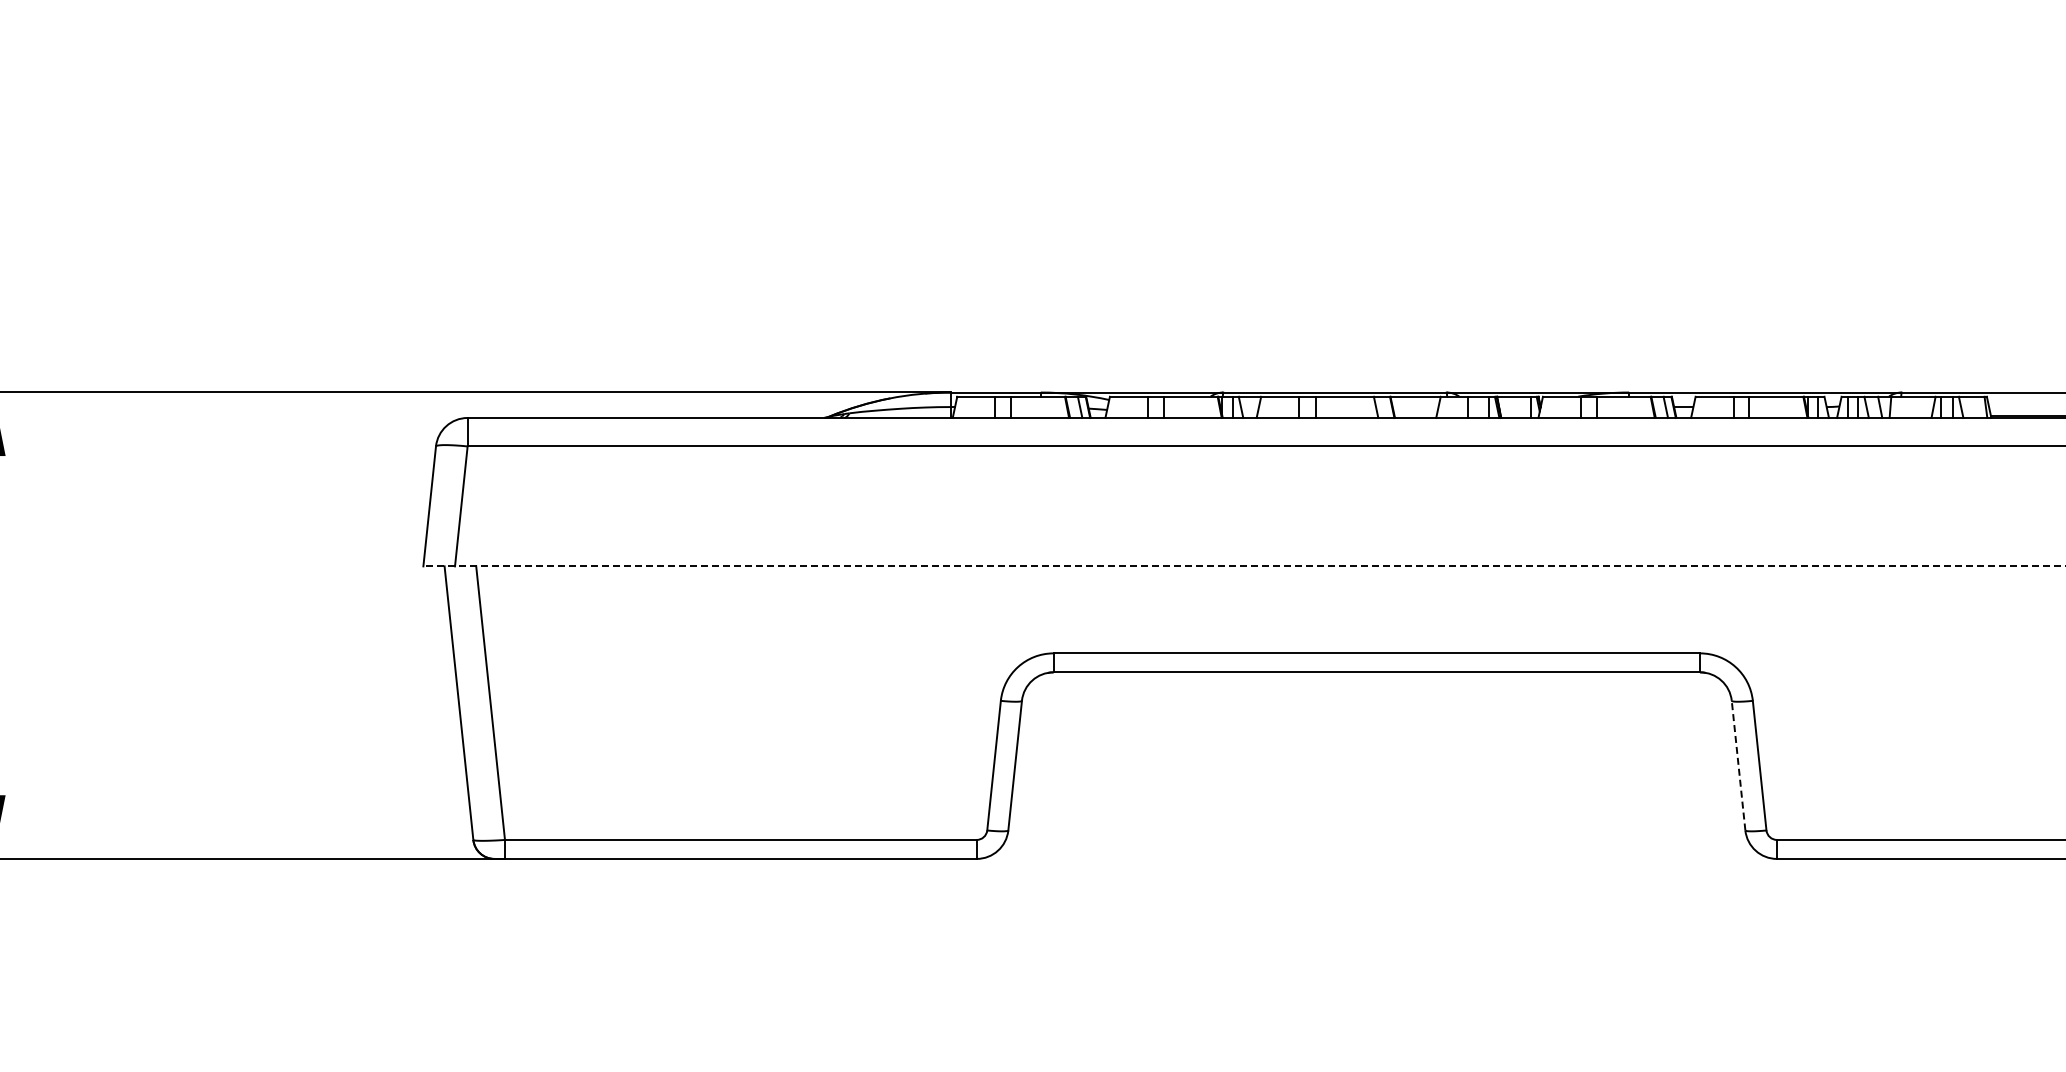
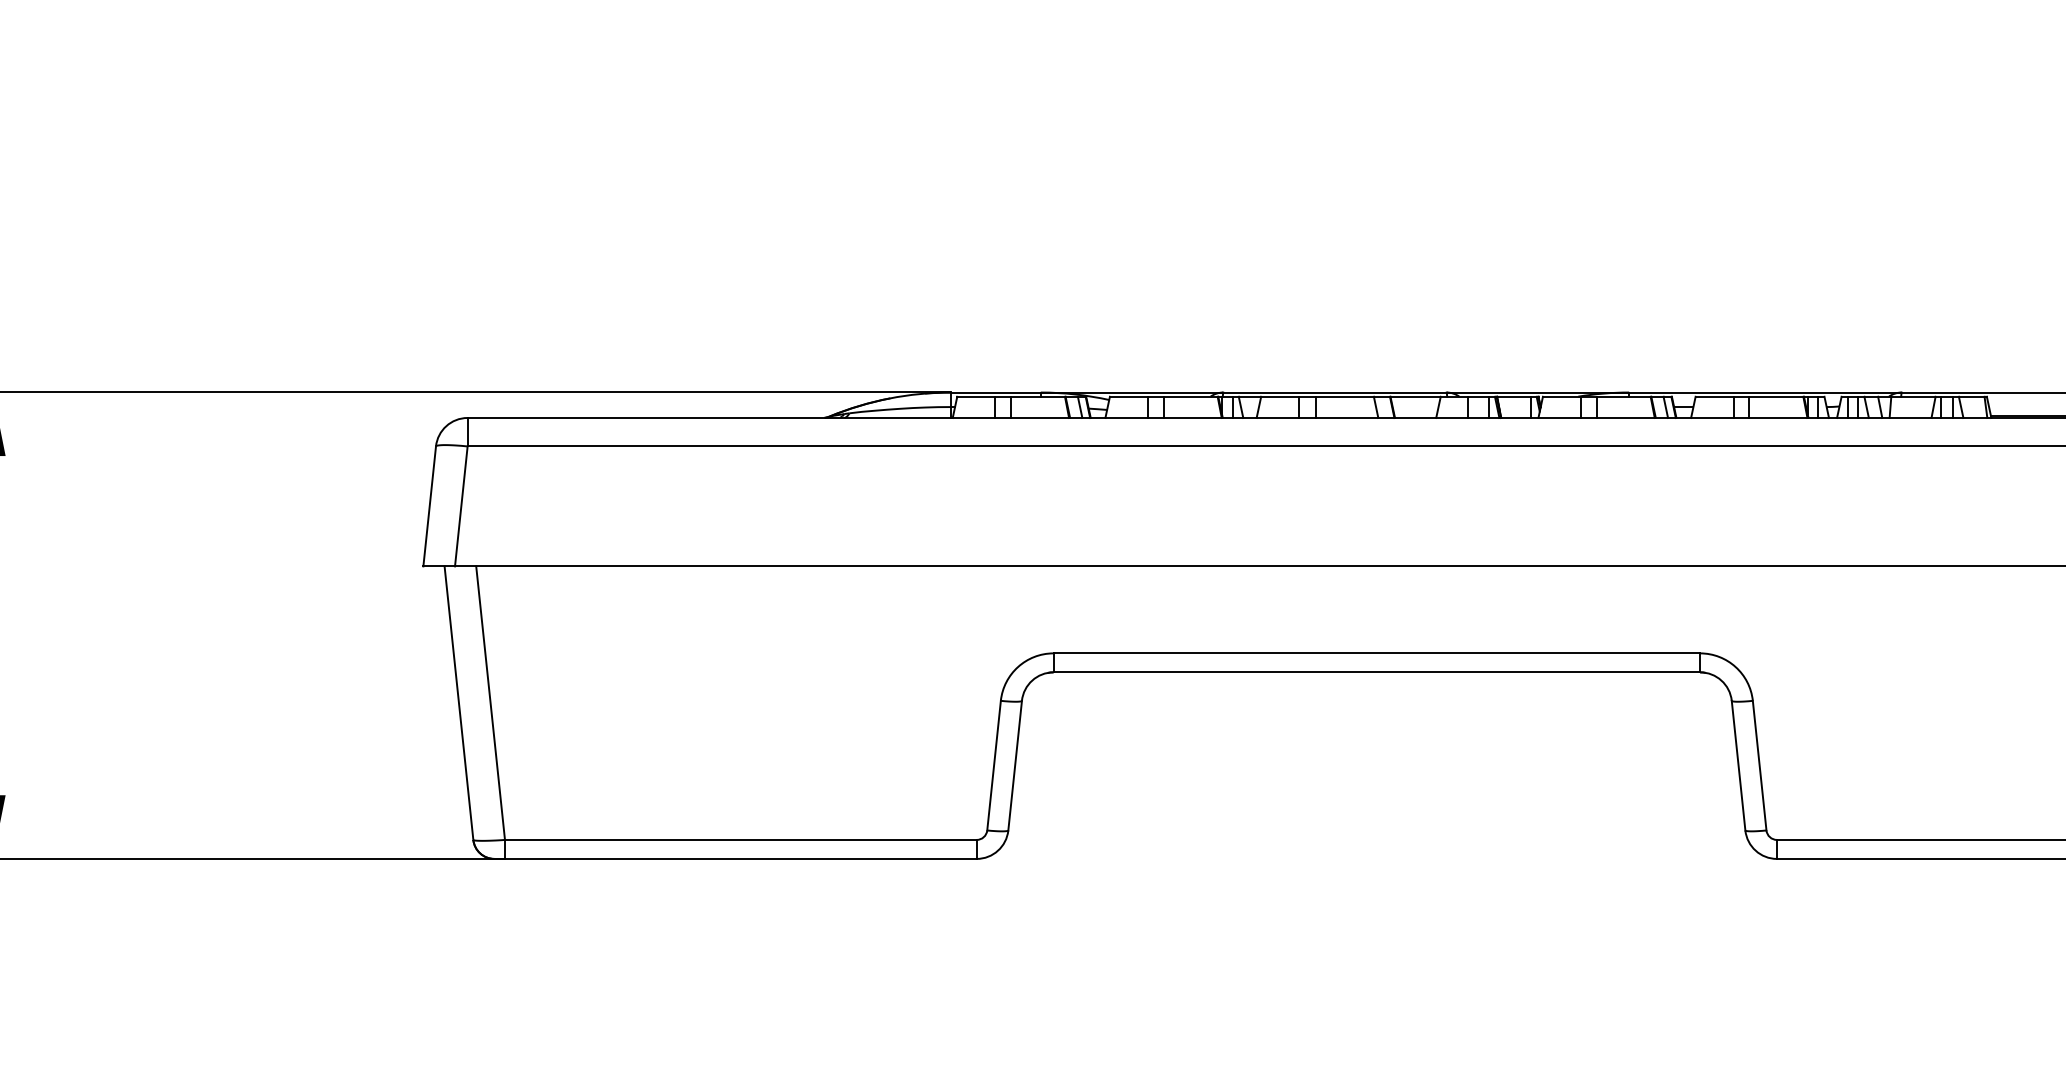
line at (1244, 566): dashed -> solid
line at (1738, 765): dashed -> solid
